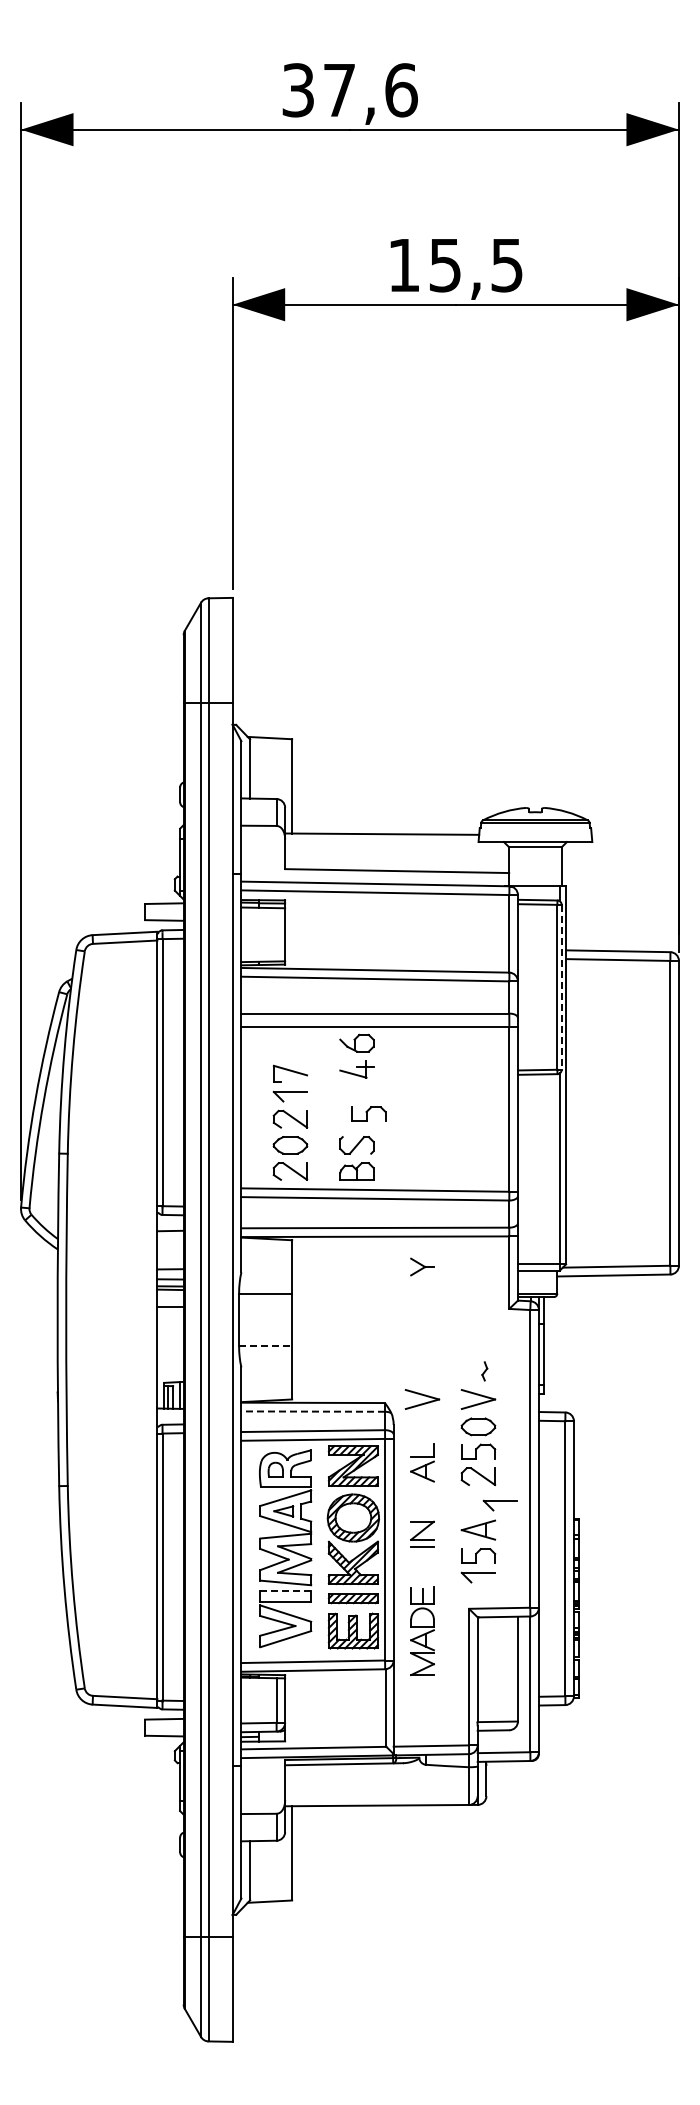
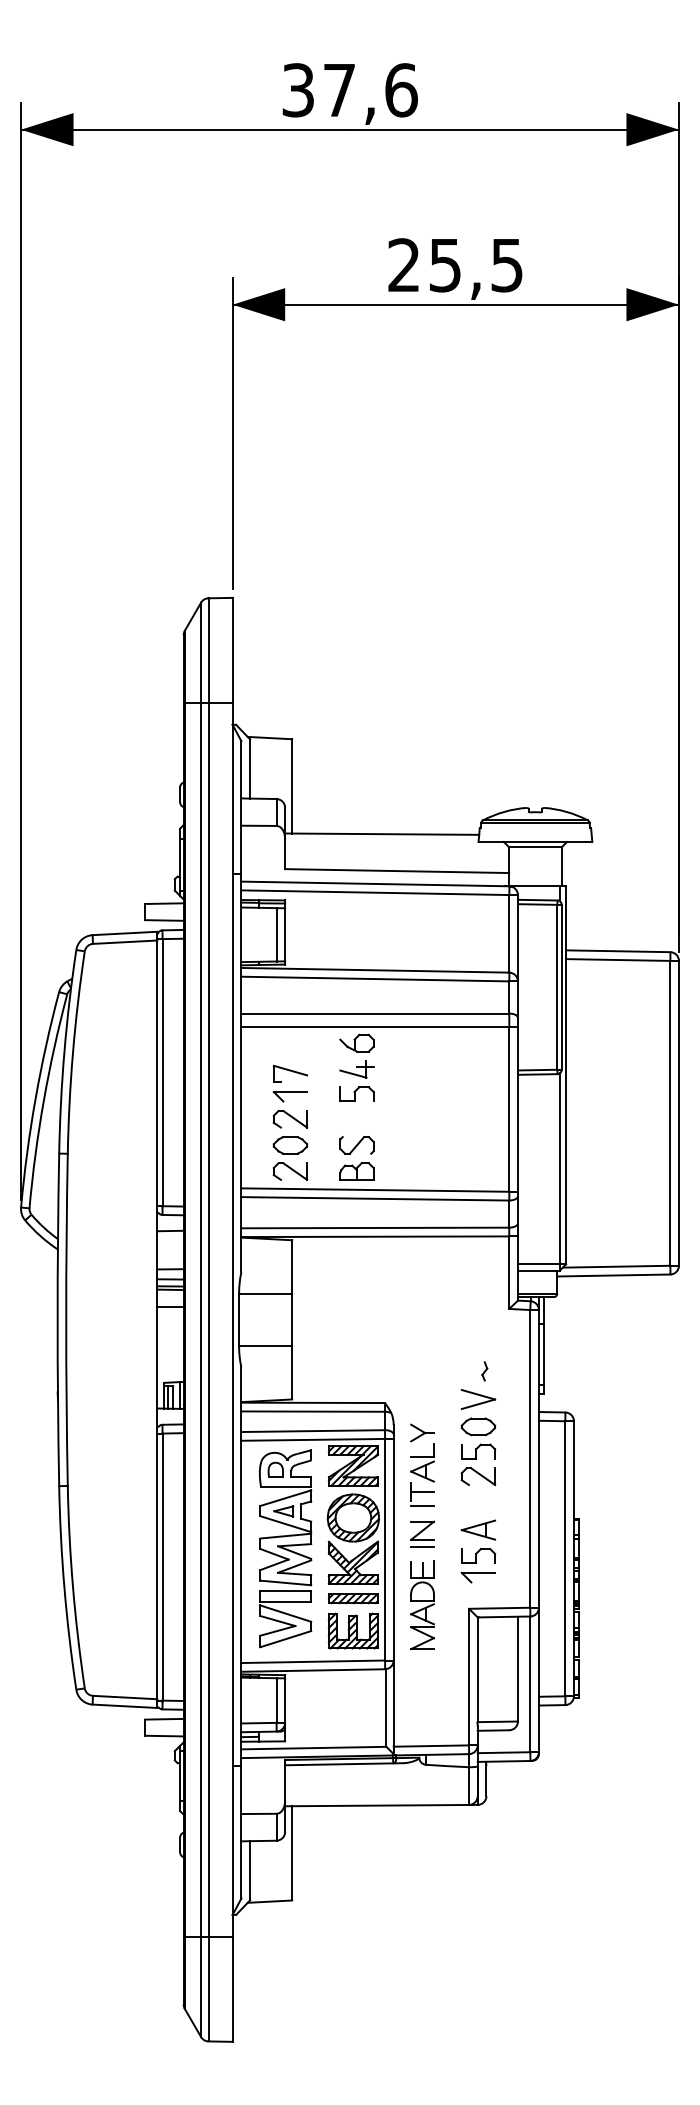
text at (403, 264): 15,5 -> 25,5
line at (276, 934): none -> present
line at (561, 987): dashed -> solid
part at (368, 1113) position: (368, 1113) -> (356, 1093)
part at (422, 1266) position: (422, 1266) -> (422, 1432)
line at (265, 1346): dashed -> solid
part at (422, 1399): present -> none
line at (313, 1411): dashed -> solid
part at (422, 1494): none -> present
part at (499, 1505): present -> none
line at (285, 1590): dashed -> solid
part at (422, 1630) position: (422, 1630) -> (422, 1604)
